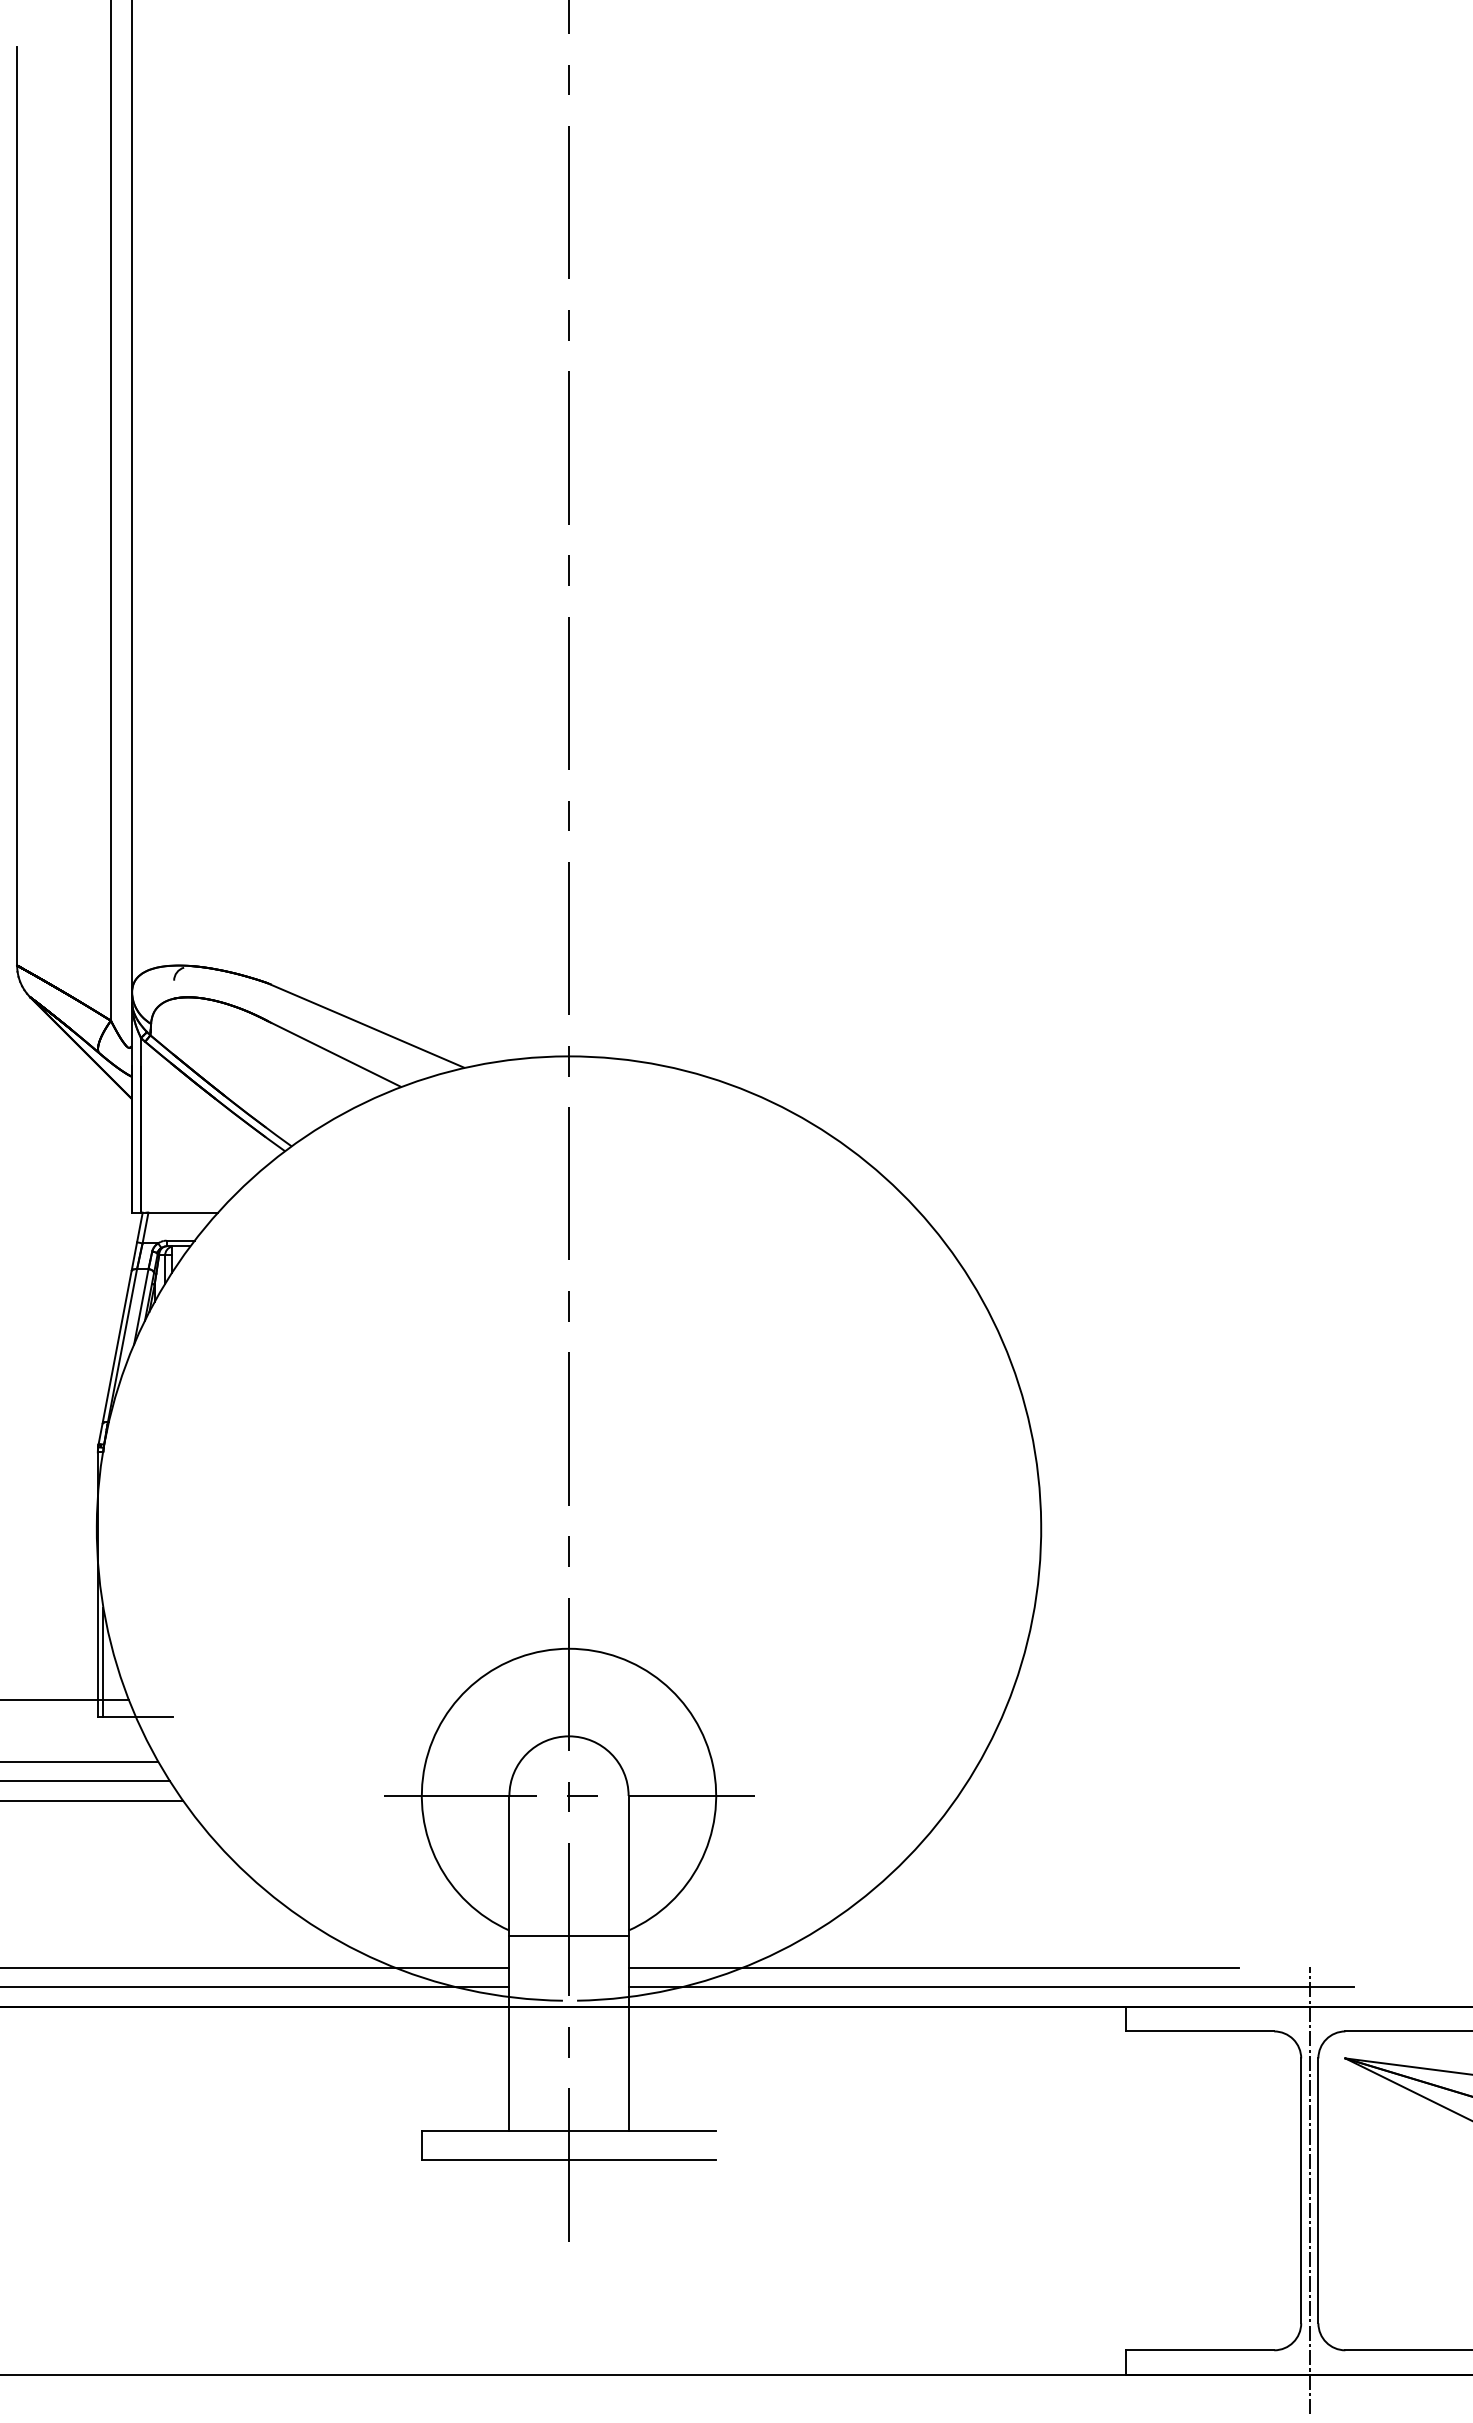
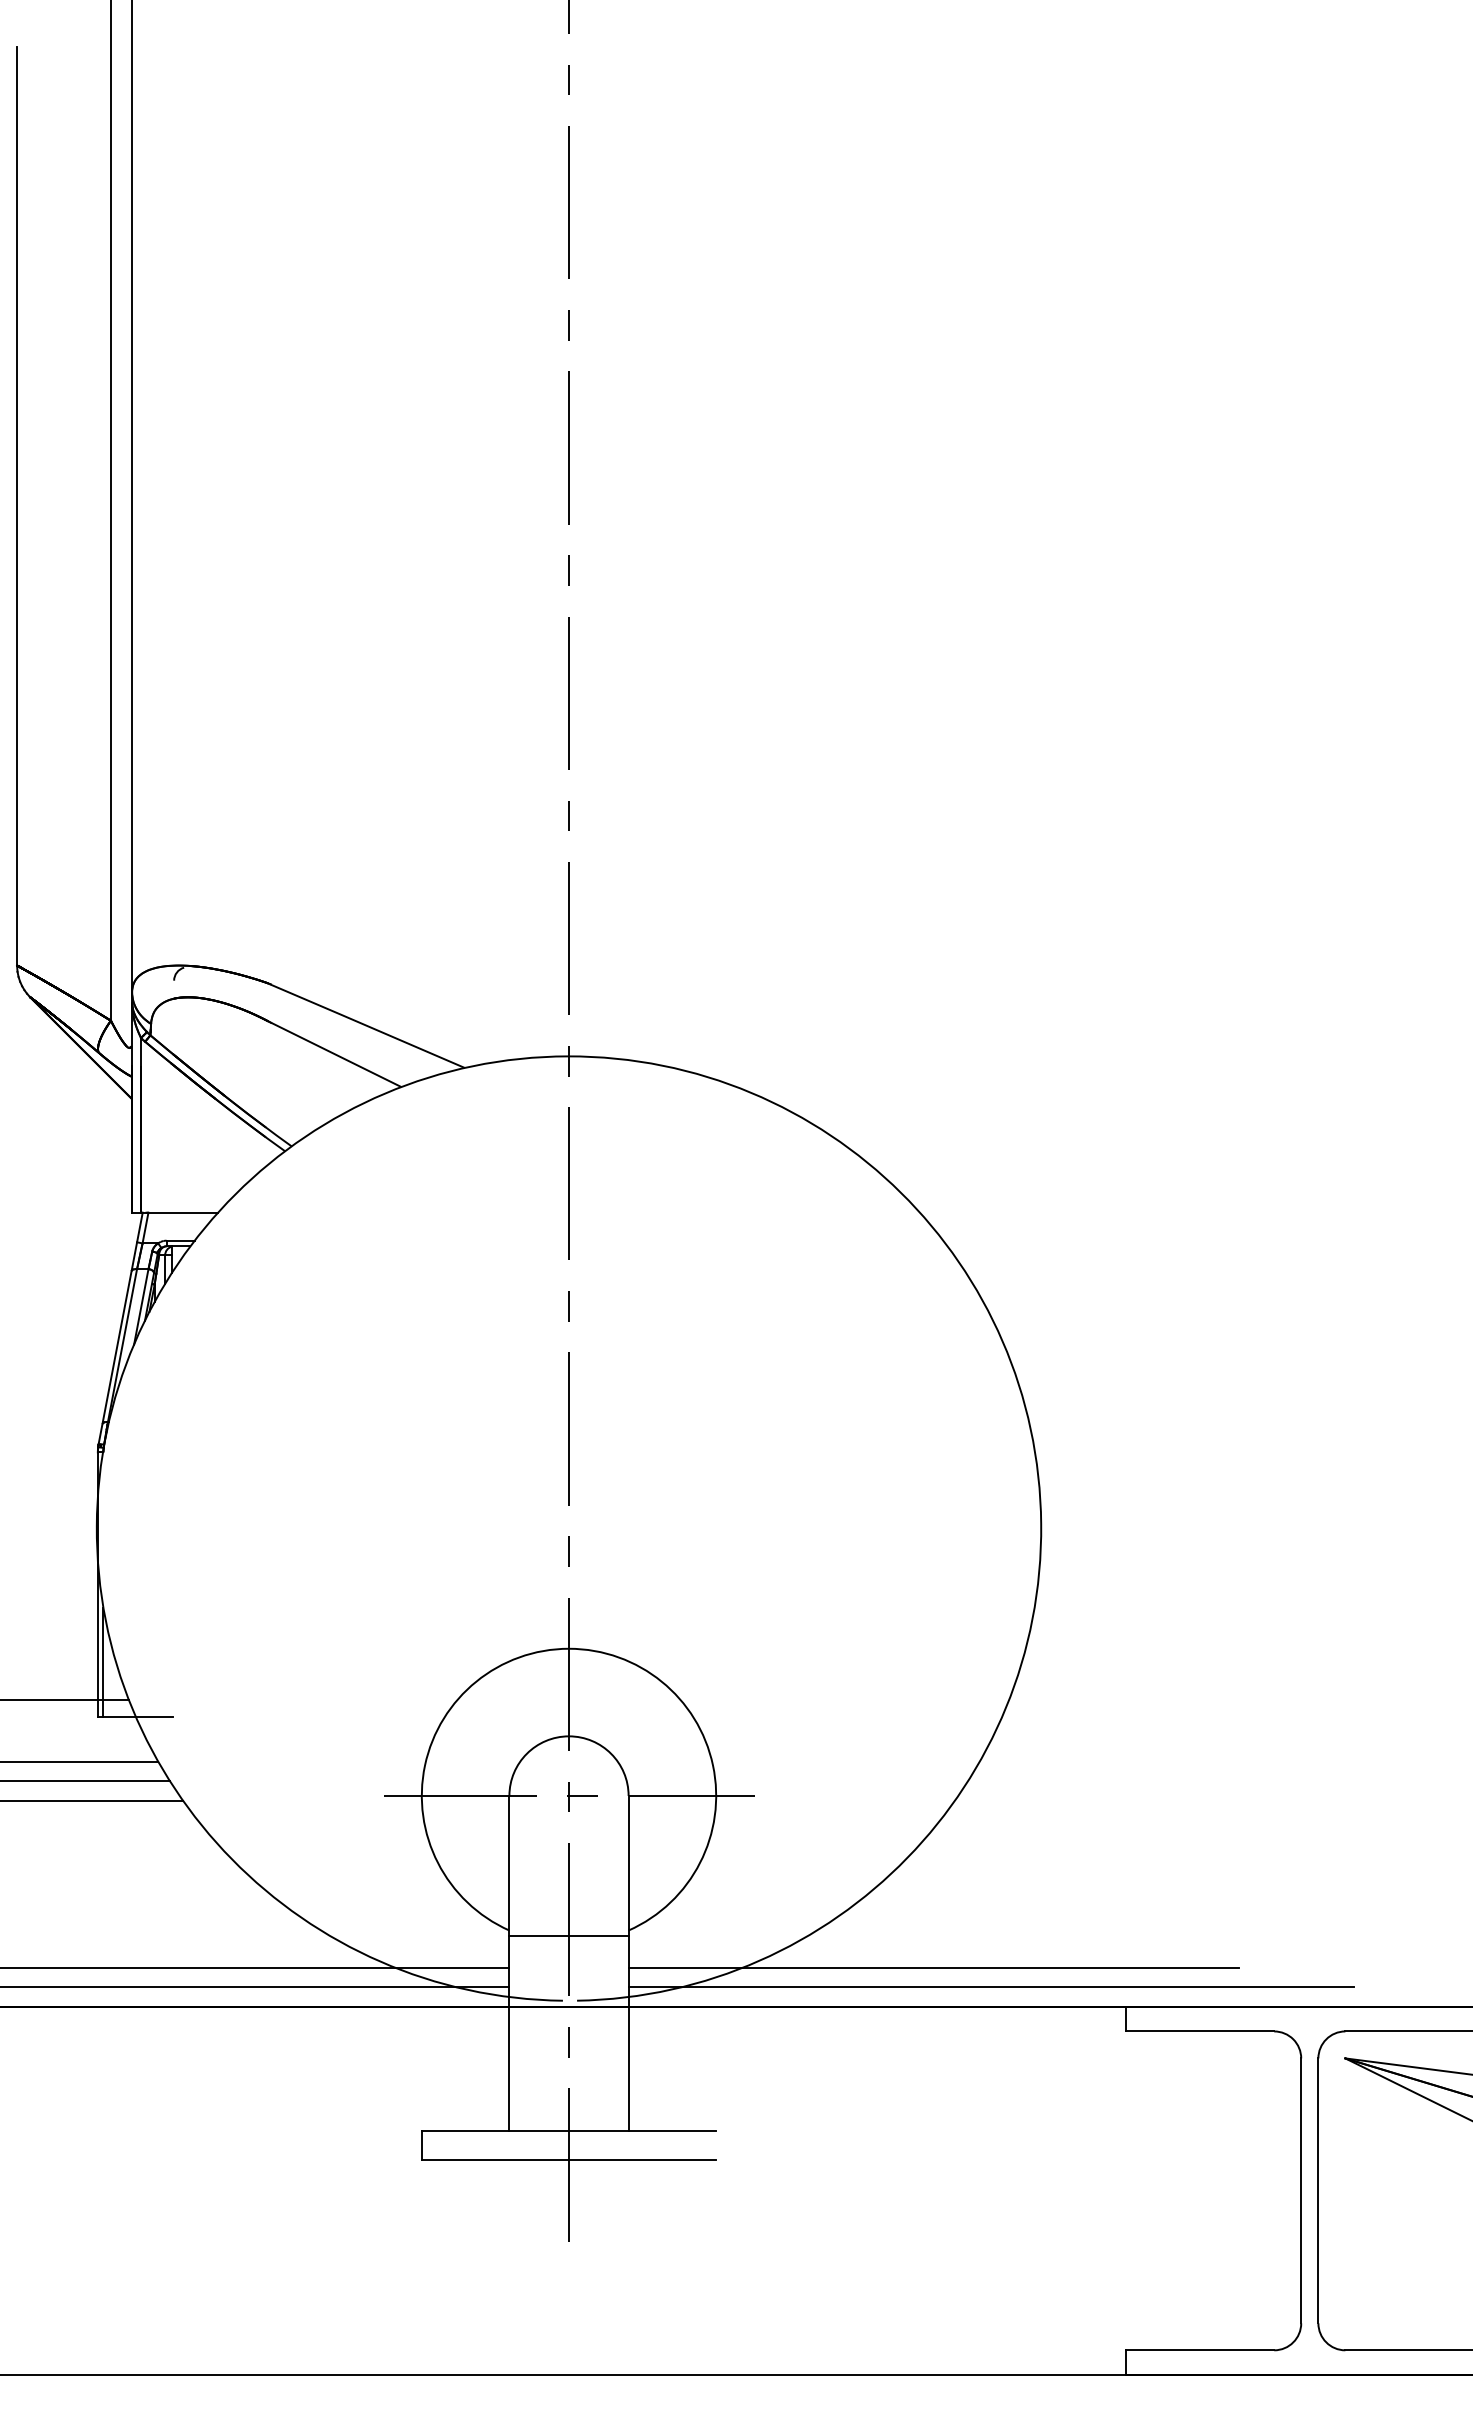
line at (1309, 2190): present -> none
